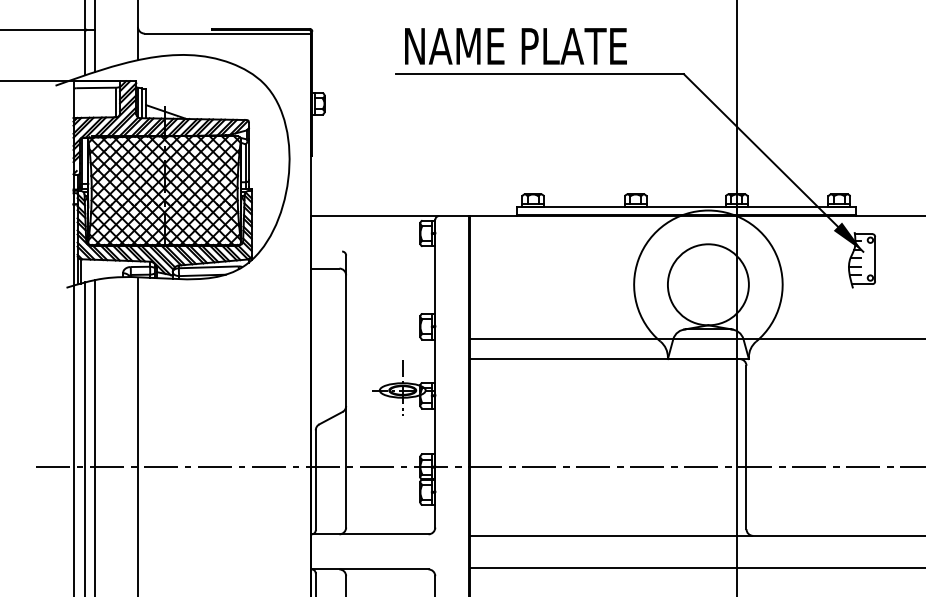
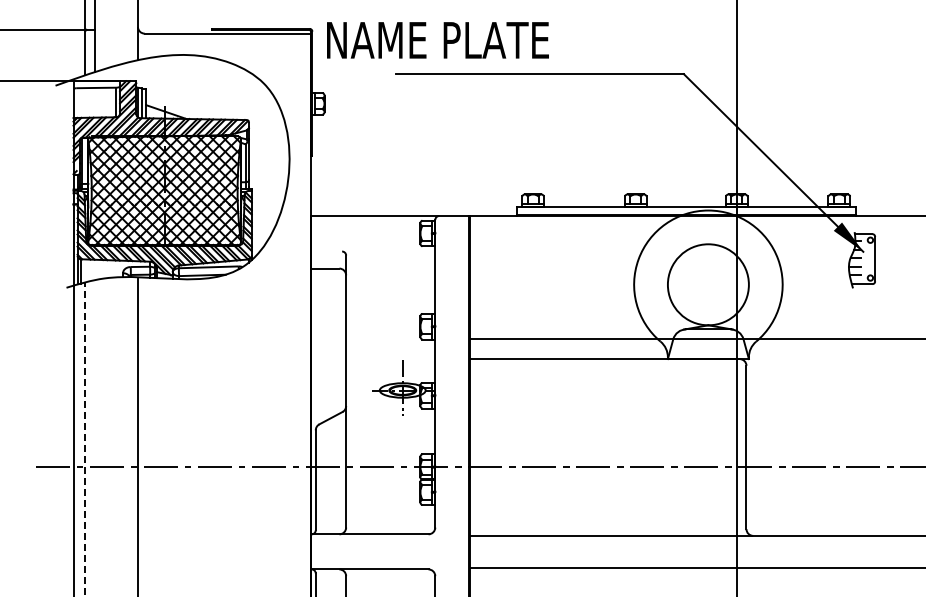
text at (515, 46) position: (515, 46) -> (437, 40)
line at (94, 436): present -> none
line at (85, 439): solid -> dashed
